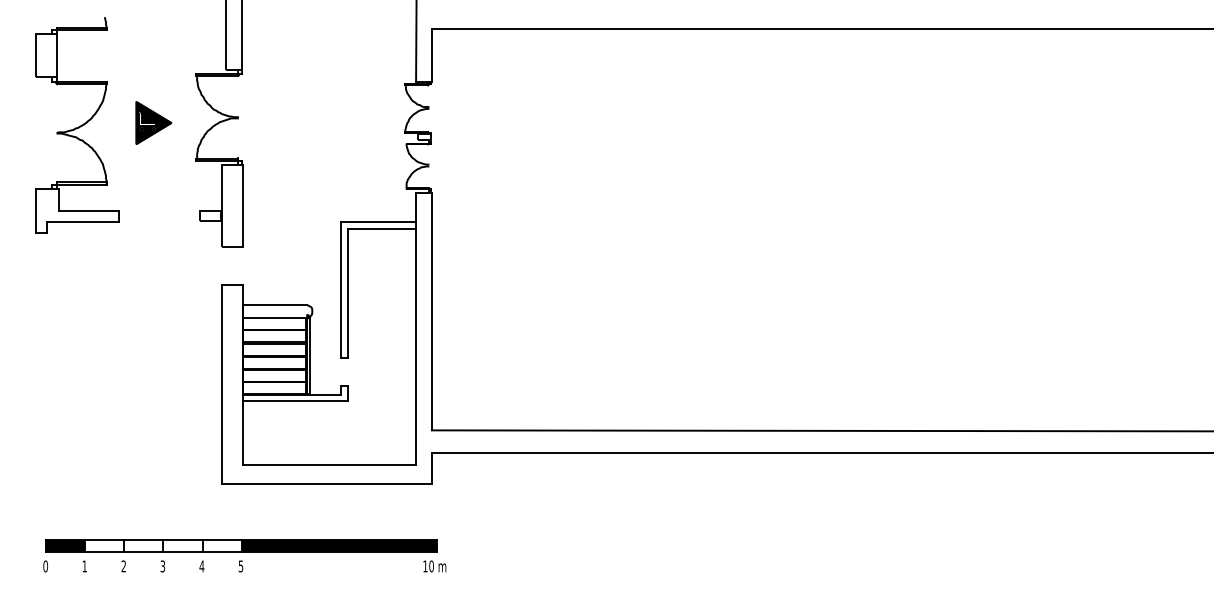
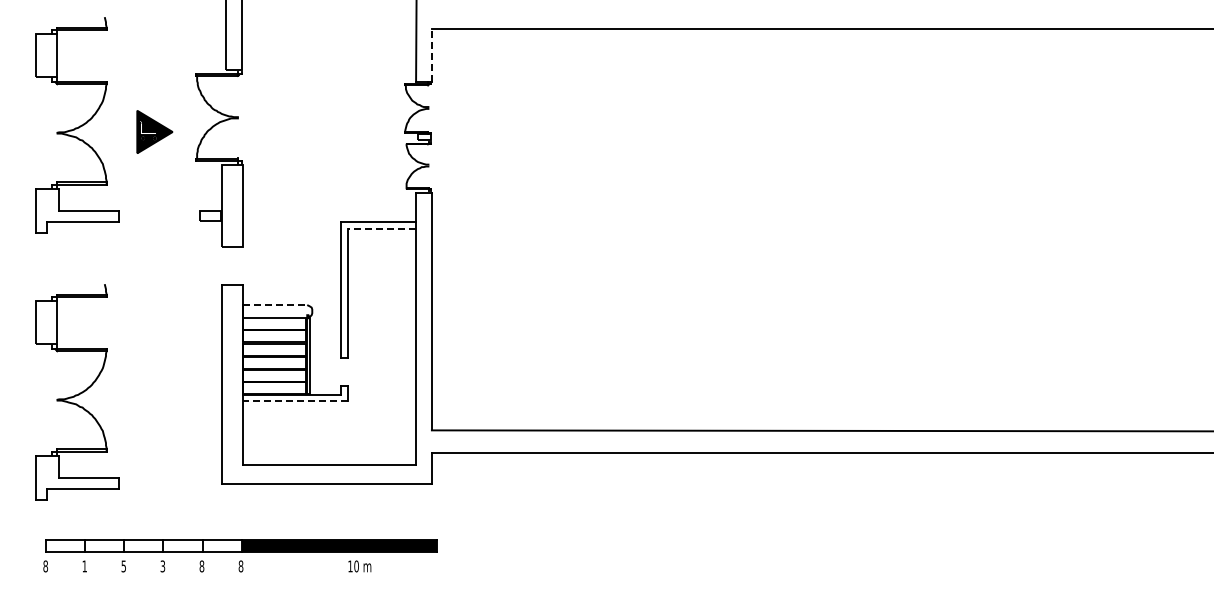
line at (431, 55): solid -> dashed
part at (153, 122) position: (153, 122) -> (154, 131)
line at (381, 228): solid -> dashed
line at (275, 305): solid -> dashed
part at (77, 392): none -> present
line at (295, 400): solid -> dashed
fill at (65, 545): present -> none
text at (45, 566): 0 -> 8
text at (123, 566): 2 -> 5
text at (201, 566): 4 -> 8
text at (240, 566): 5 -> 8
text at (434, 566) position: (434, 566) -> (359, 566)
